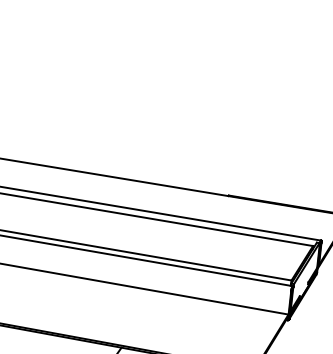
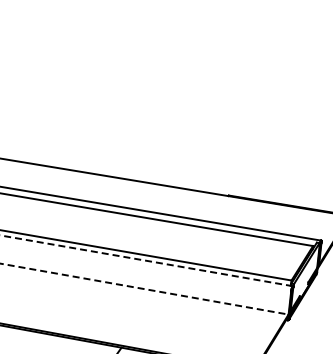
line at (146, 260): solid -> dashed
line at (144, 289): solid -> dashed
